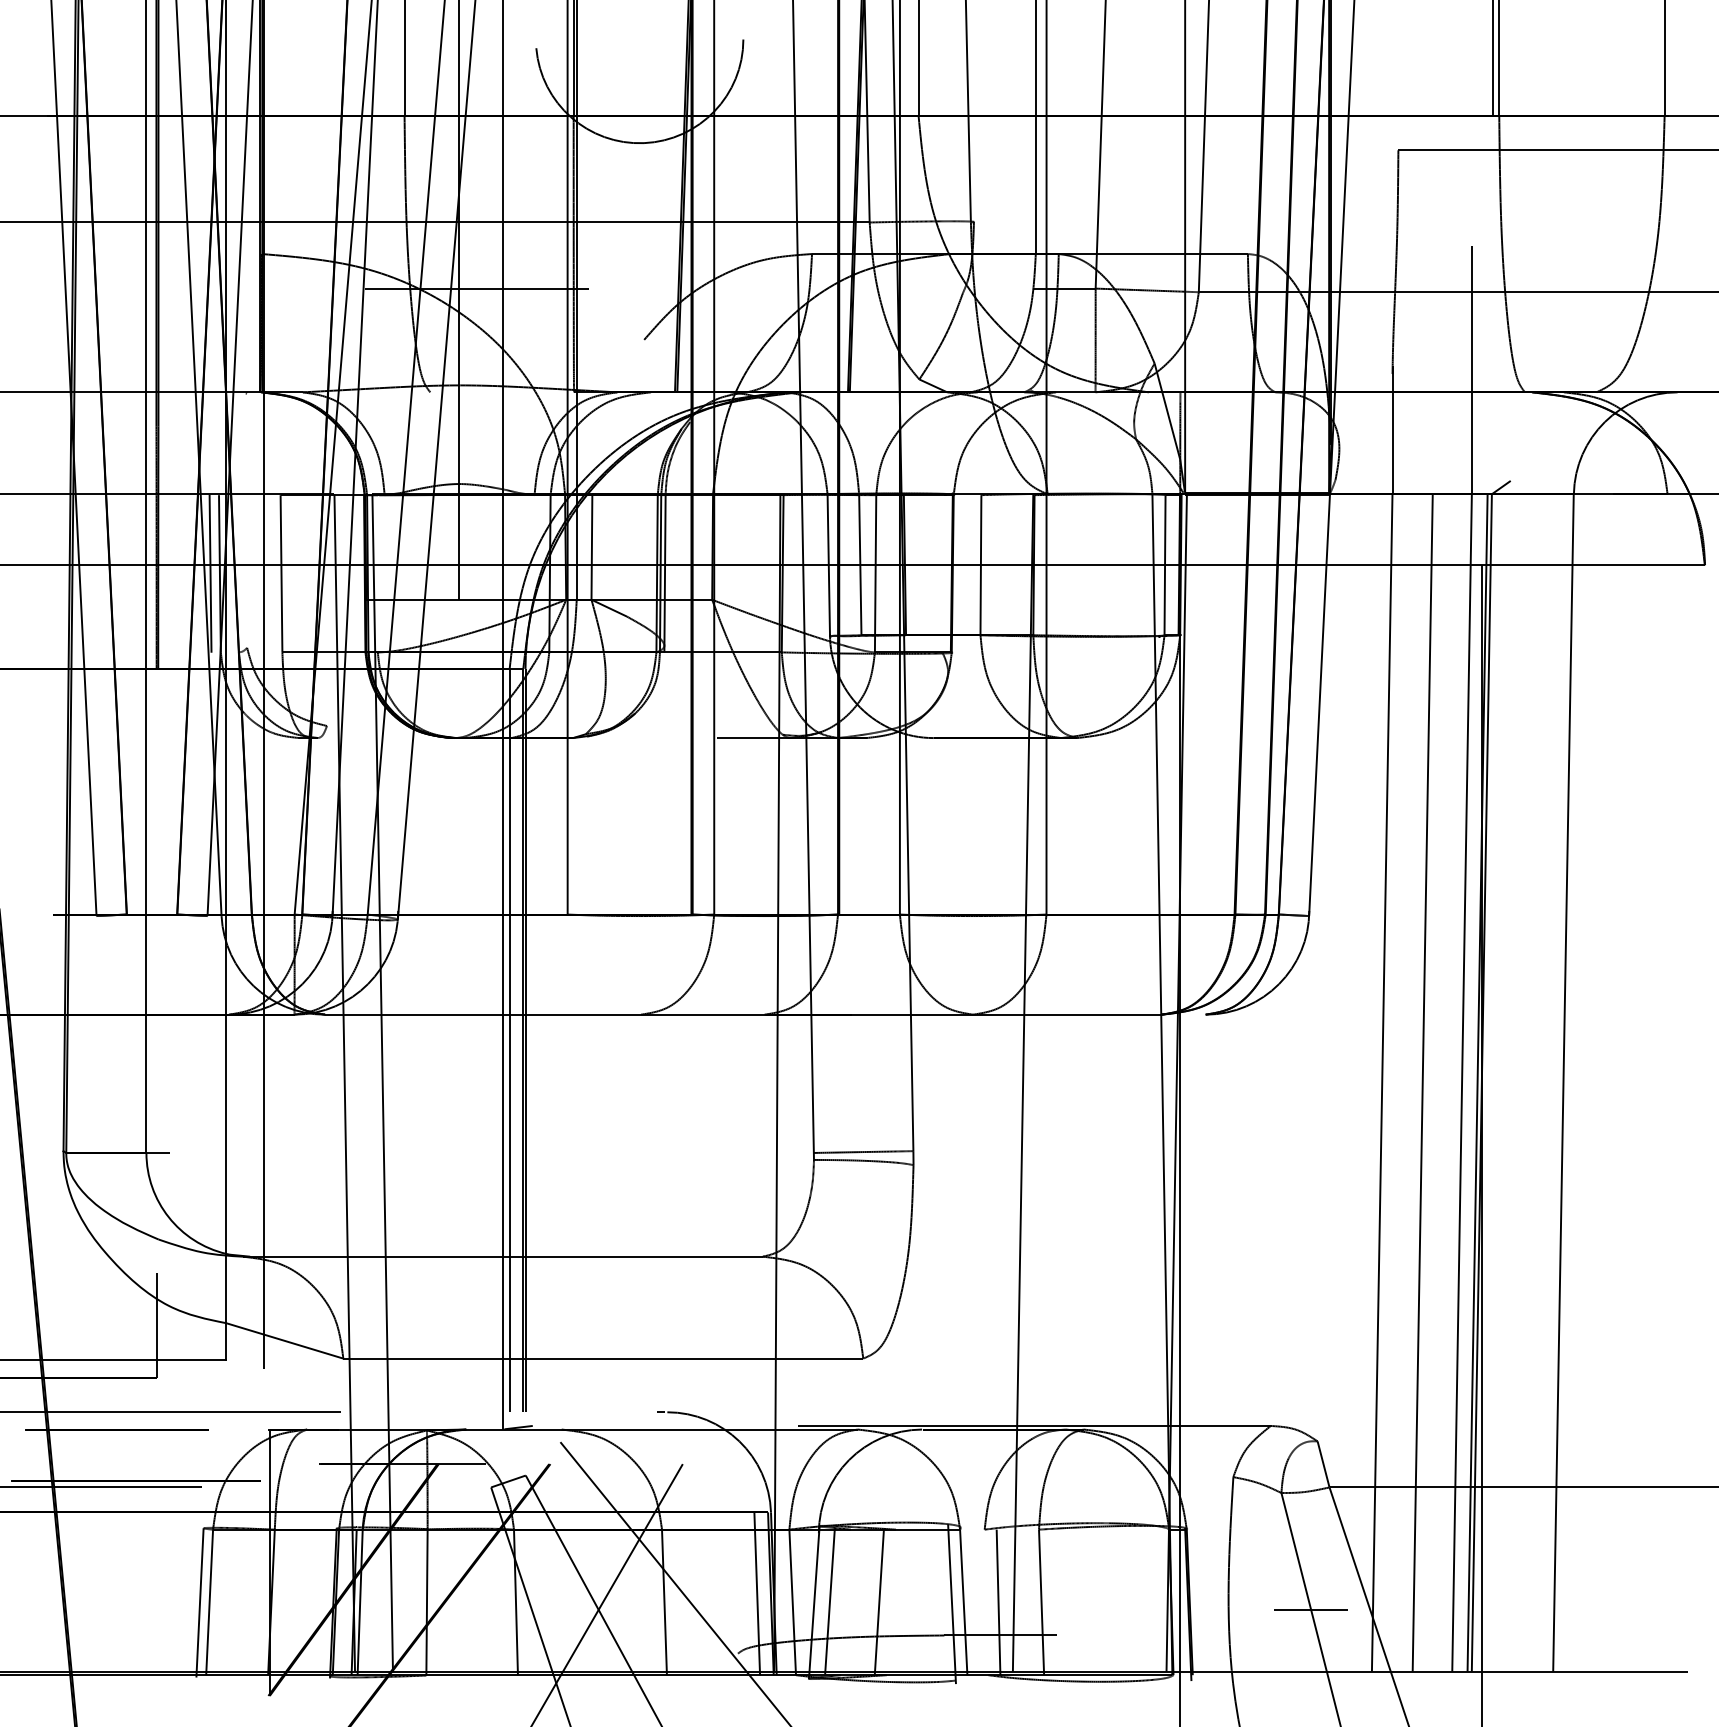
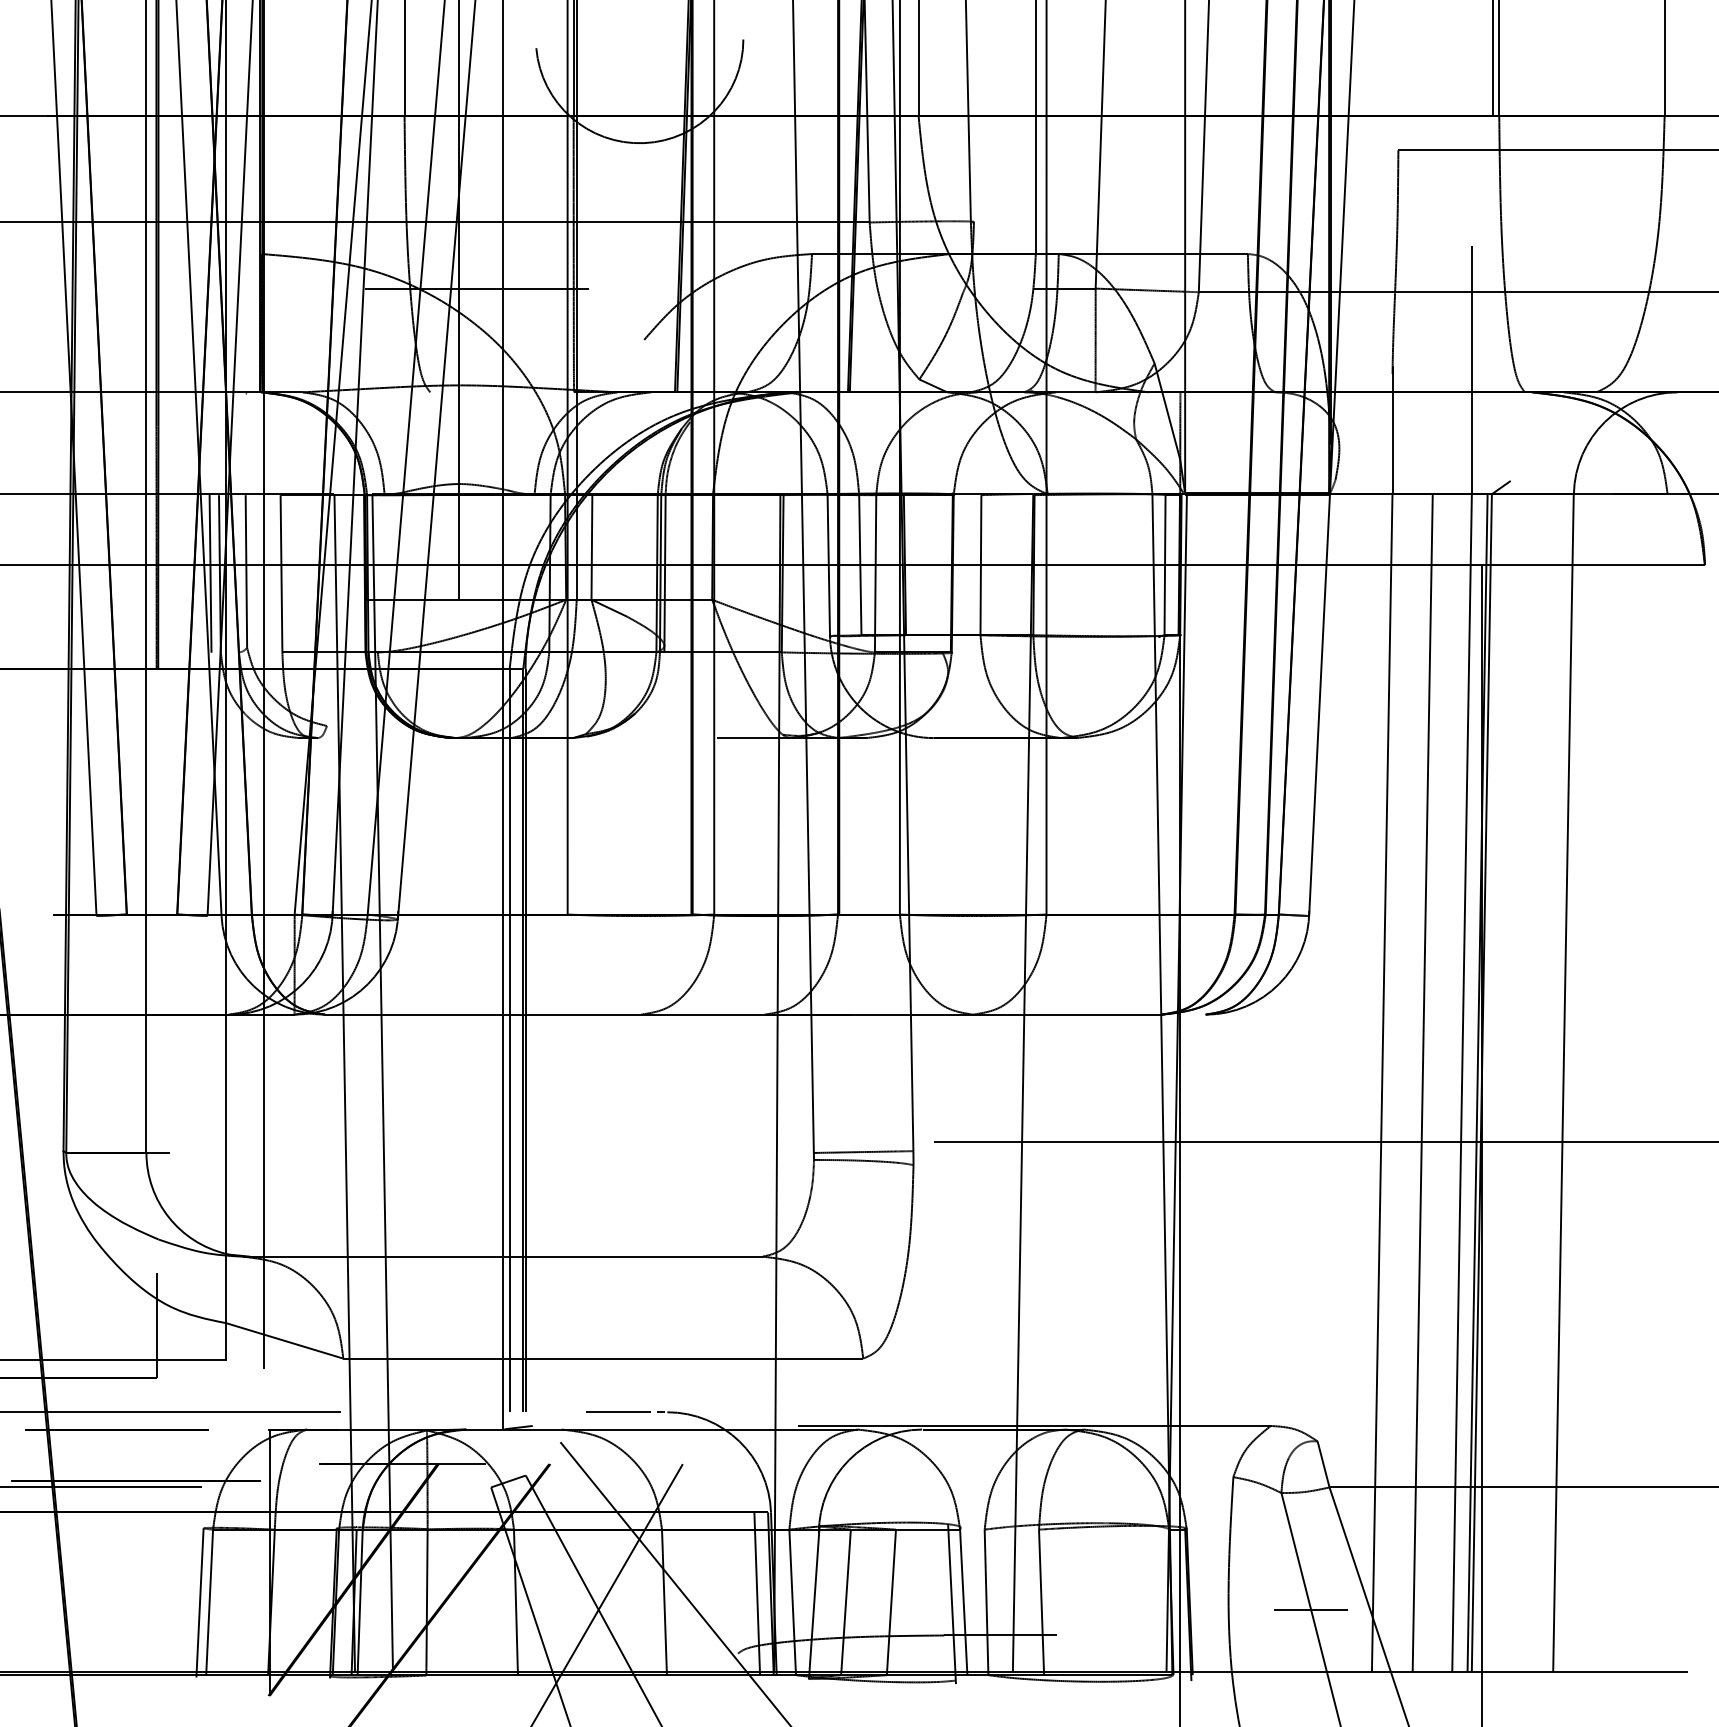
line at (246, 571): none -> present
line at (1324, 1141): none -> present
line at (618, 1412): none -> present
line at (829, 1601) position: (829, 1601) -> (845, 1602)
line at (878, 1601) position: (878, 1601) -> (890, 1602)
line at (998, 1602) position: (998, 1602) -> (986, 1602)
